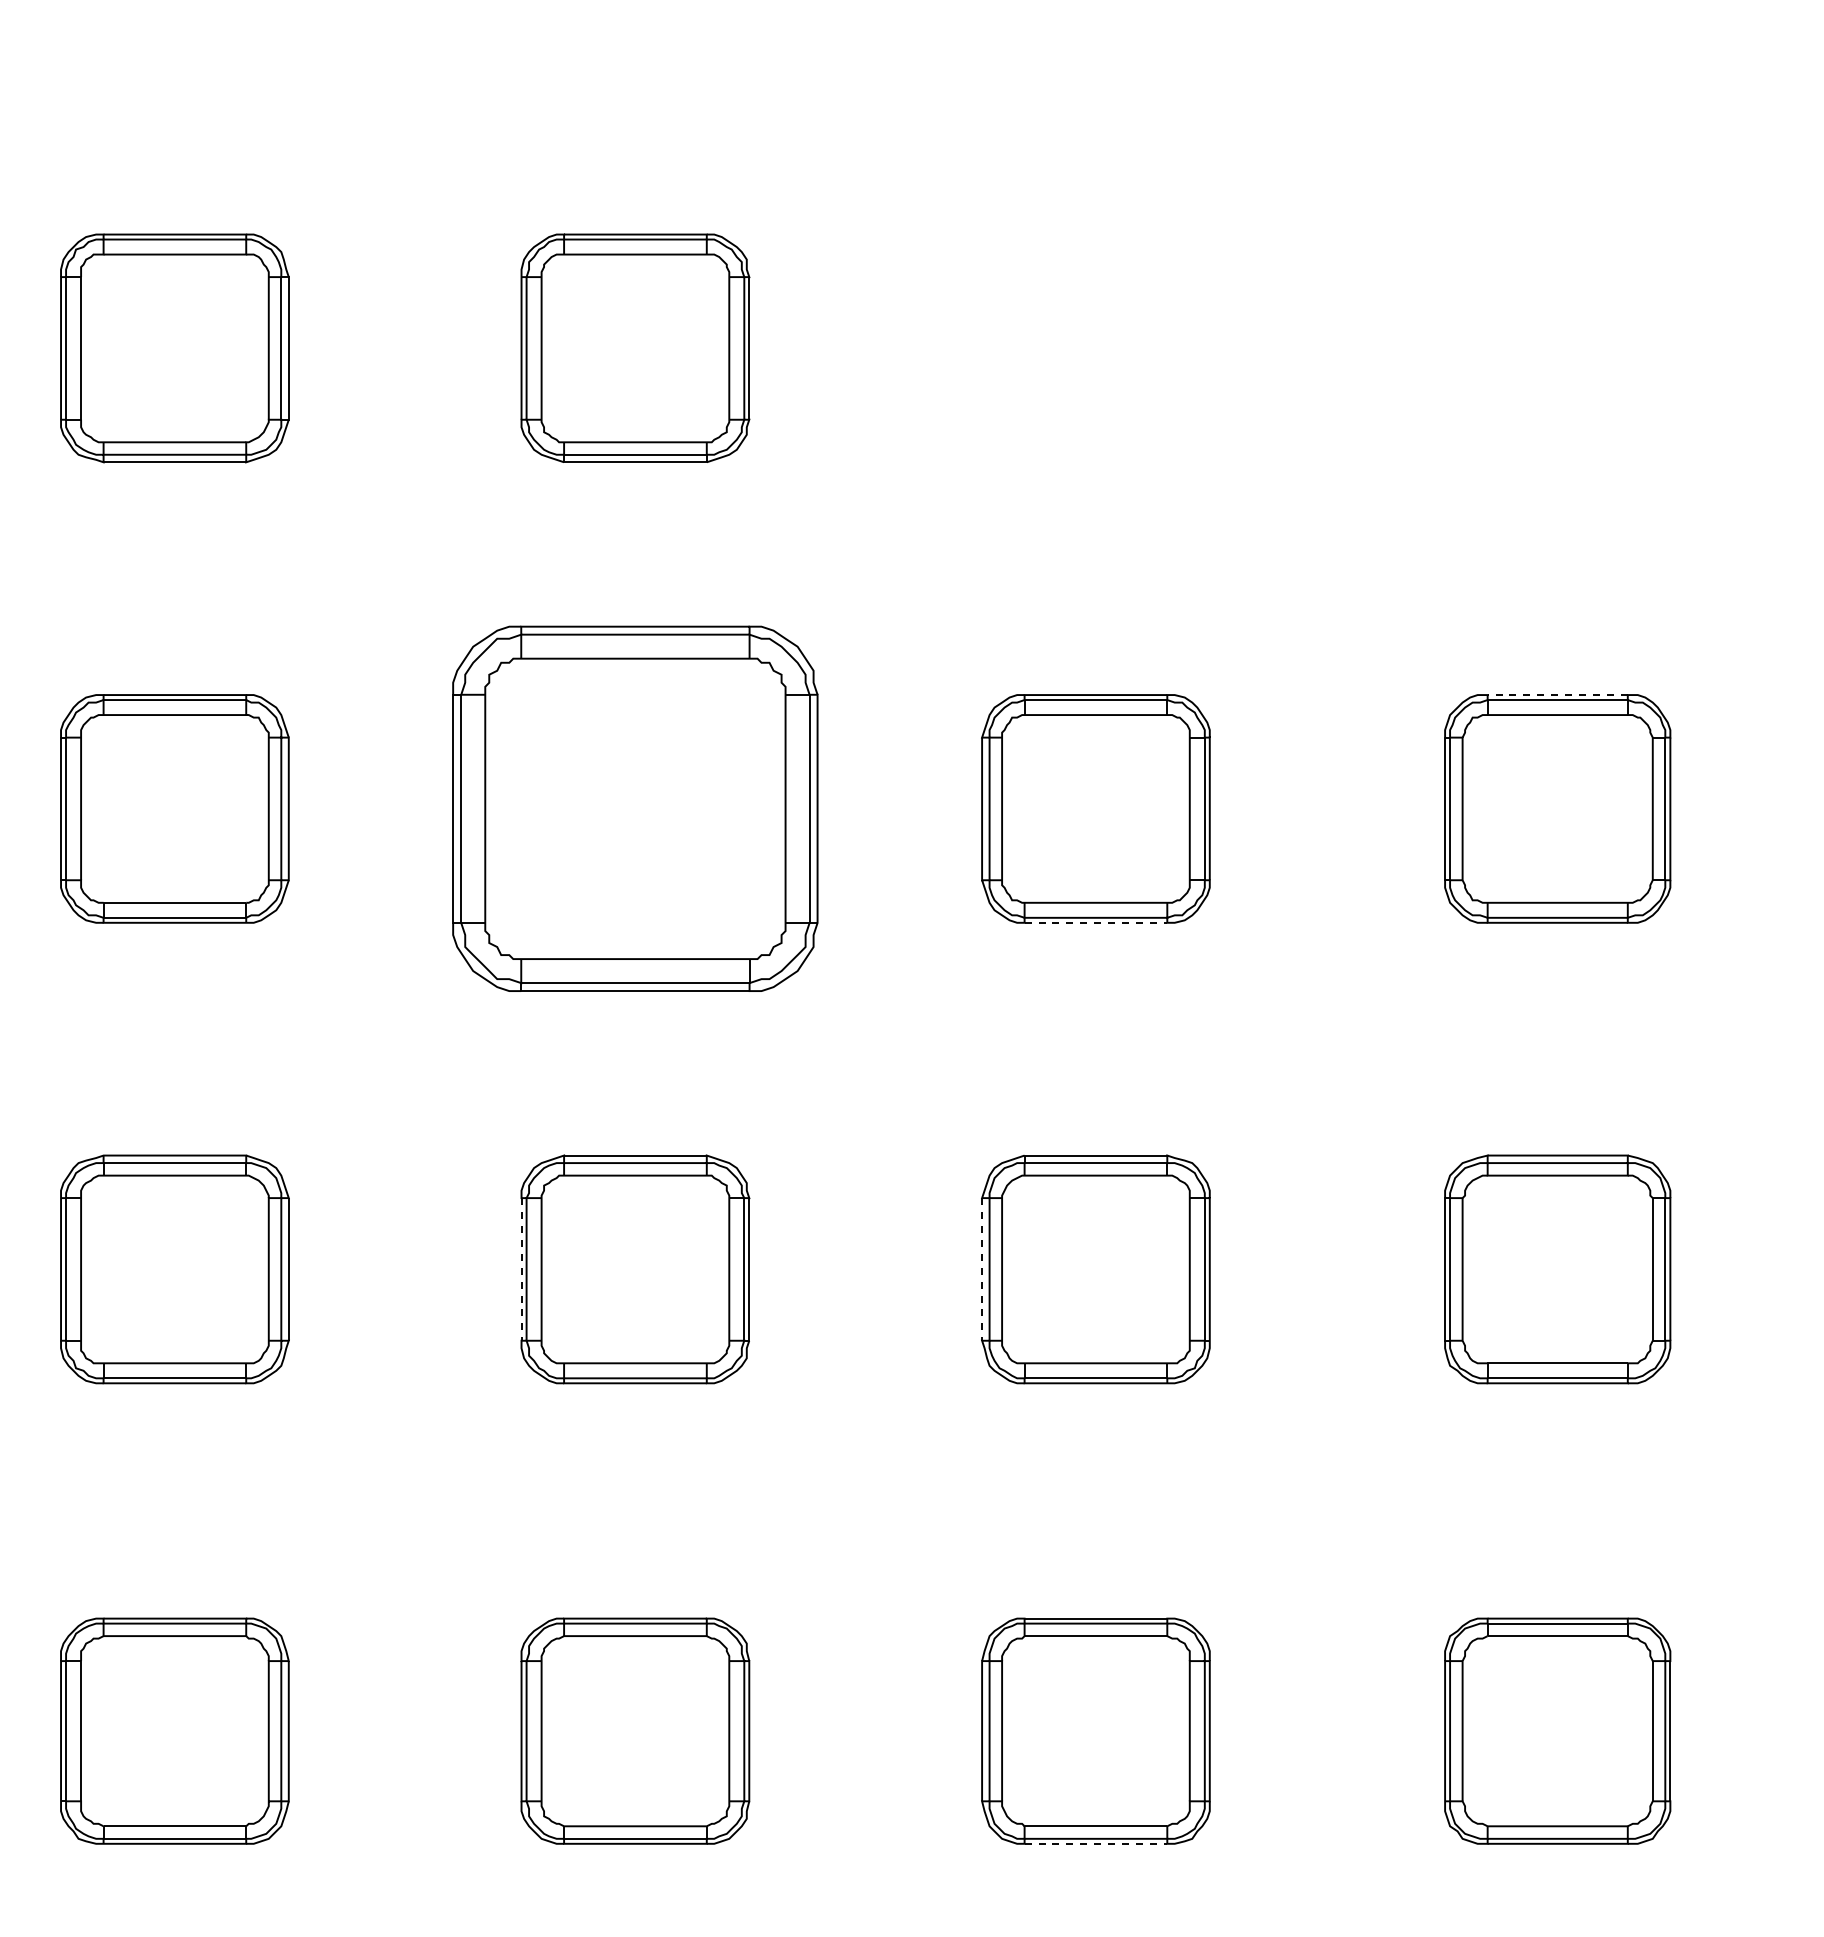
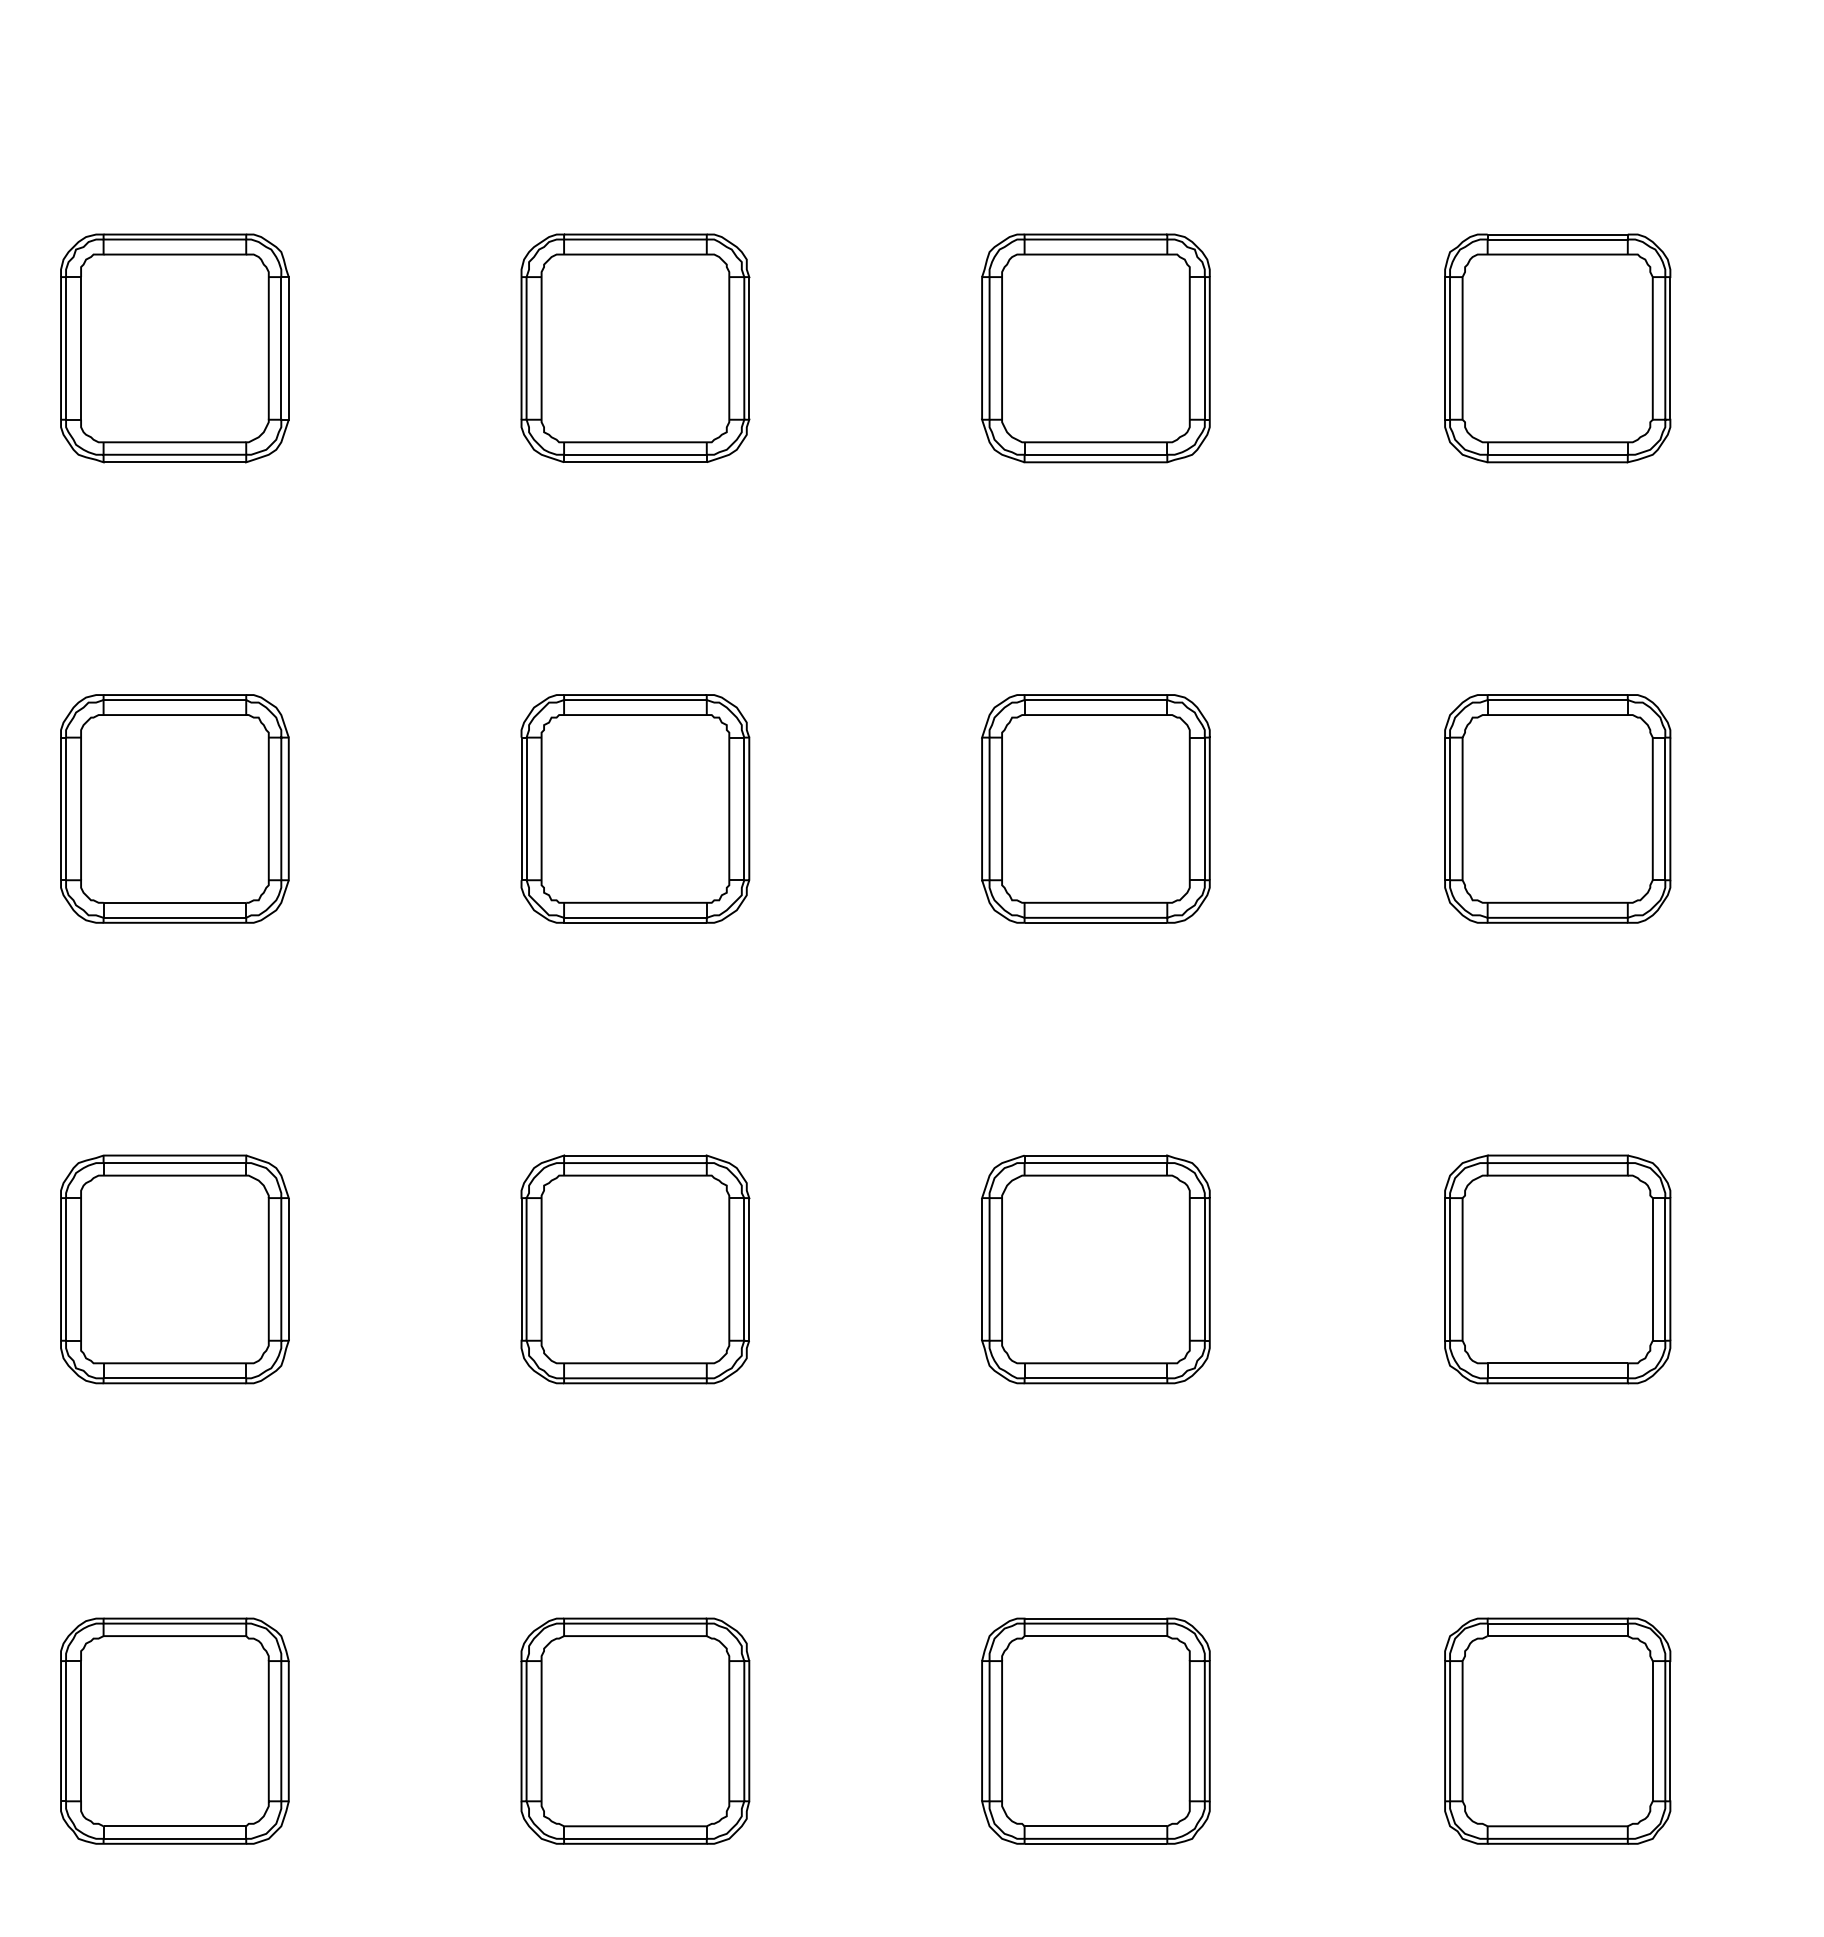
part at (1095, 348): none -> present
part at (1557, 348): none -> present
line at (1557, 695): dashed -> solid
part at (635, 808) size: 367x367 px -> 231x230 px
line at (1096, 922): dashed -> solid
line at (521, 1269): dashed -> solid
line at (982, 1269): dashed -> solid
line at (1096, 1843): dashed -> solid
